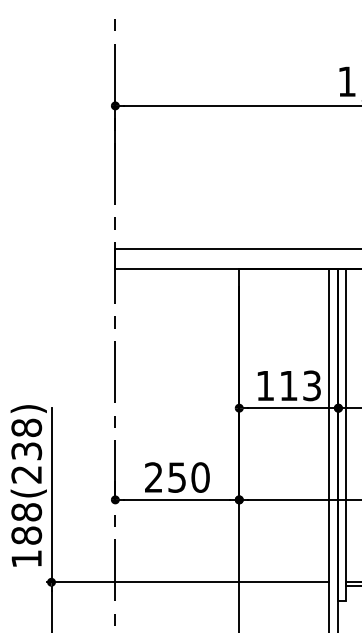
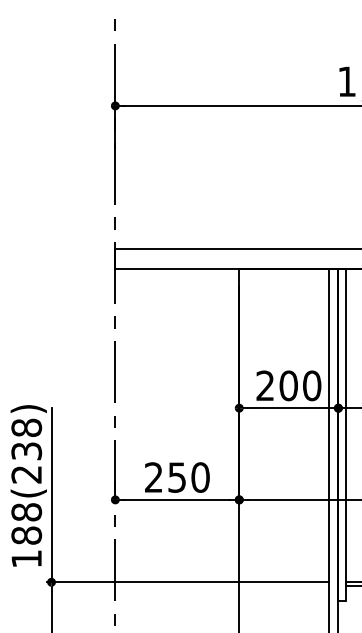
text at (288, 385): 113 -> 200
